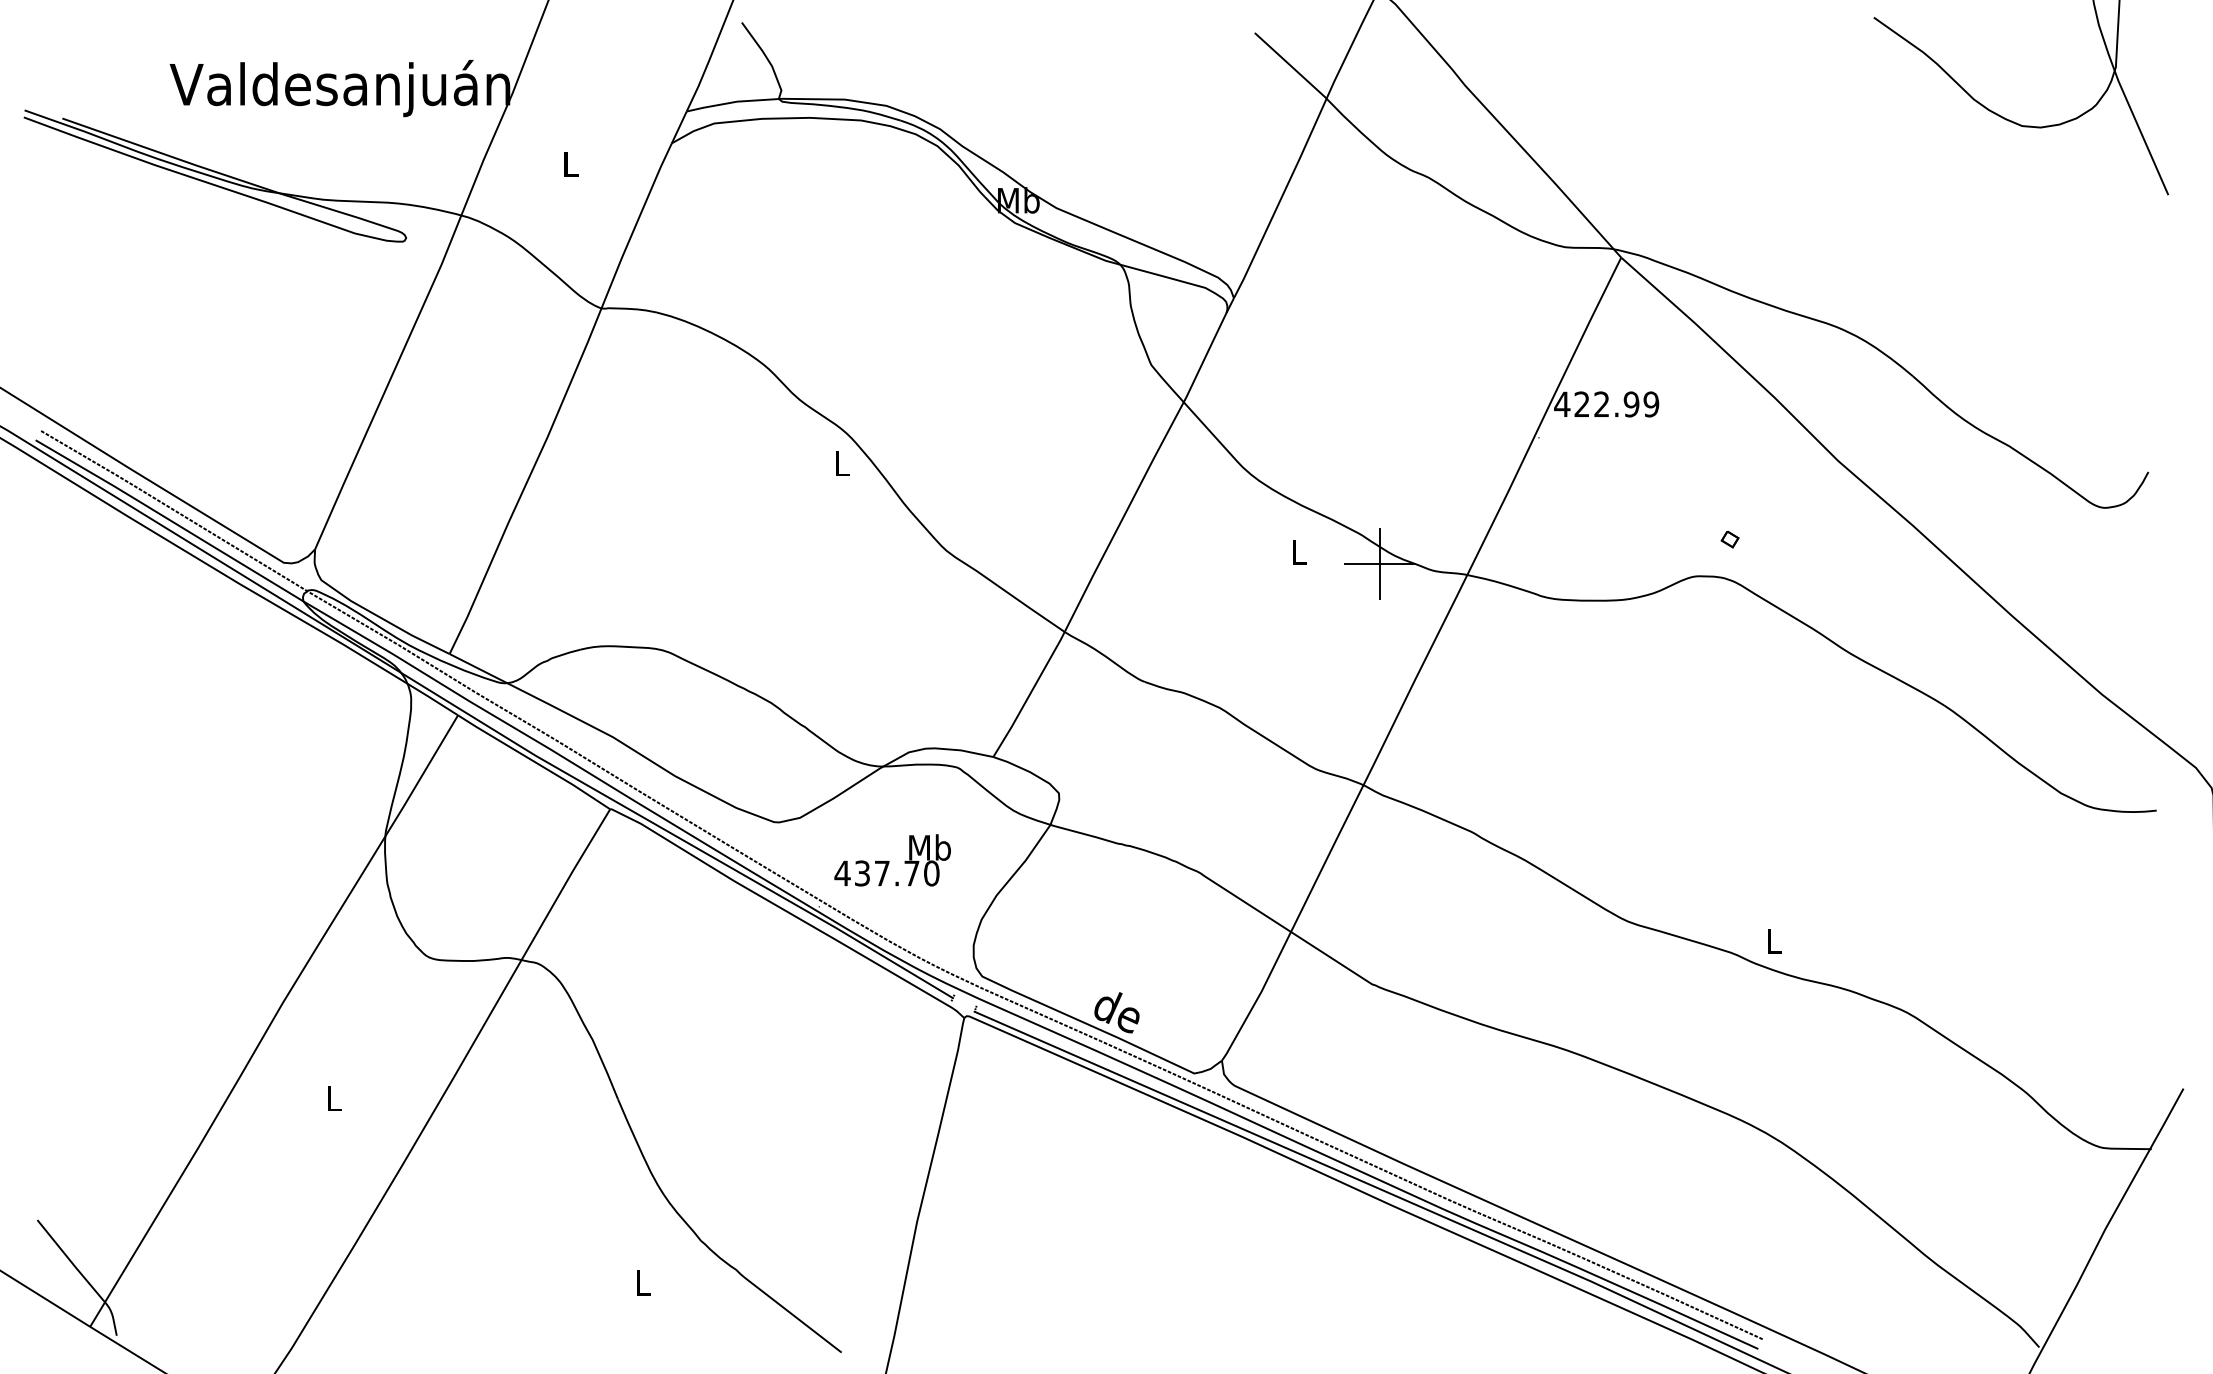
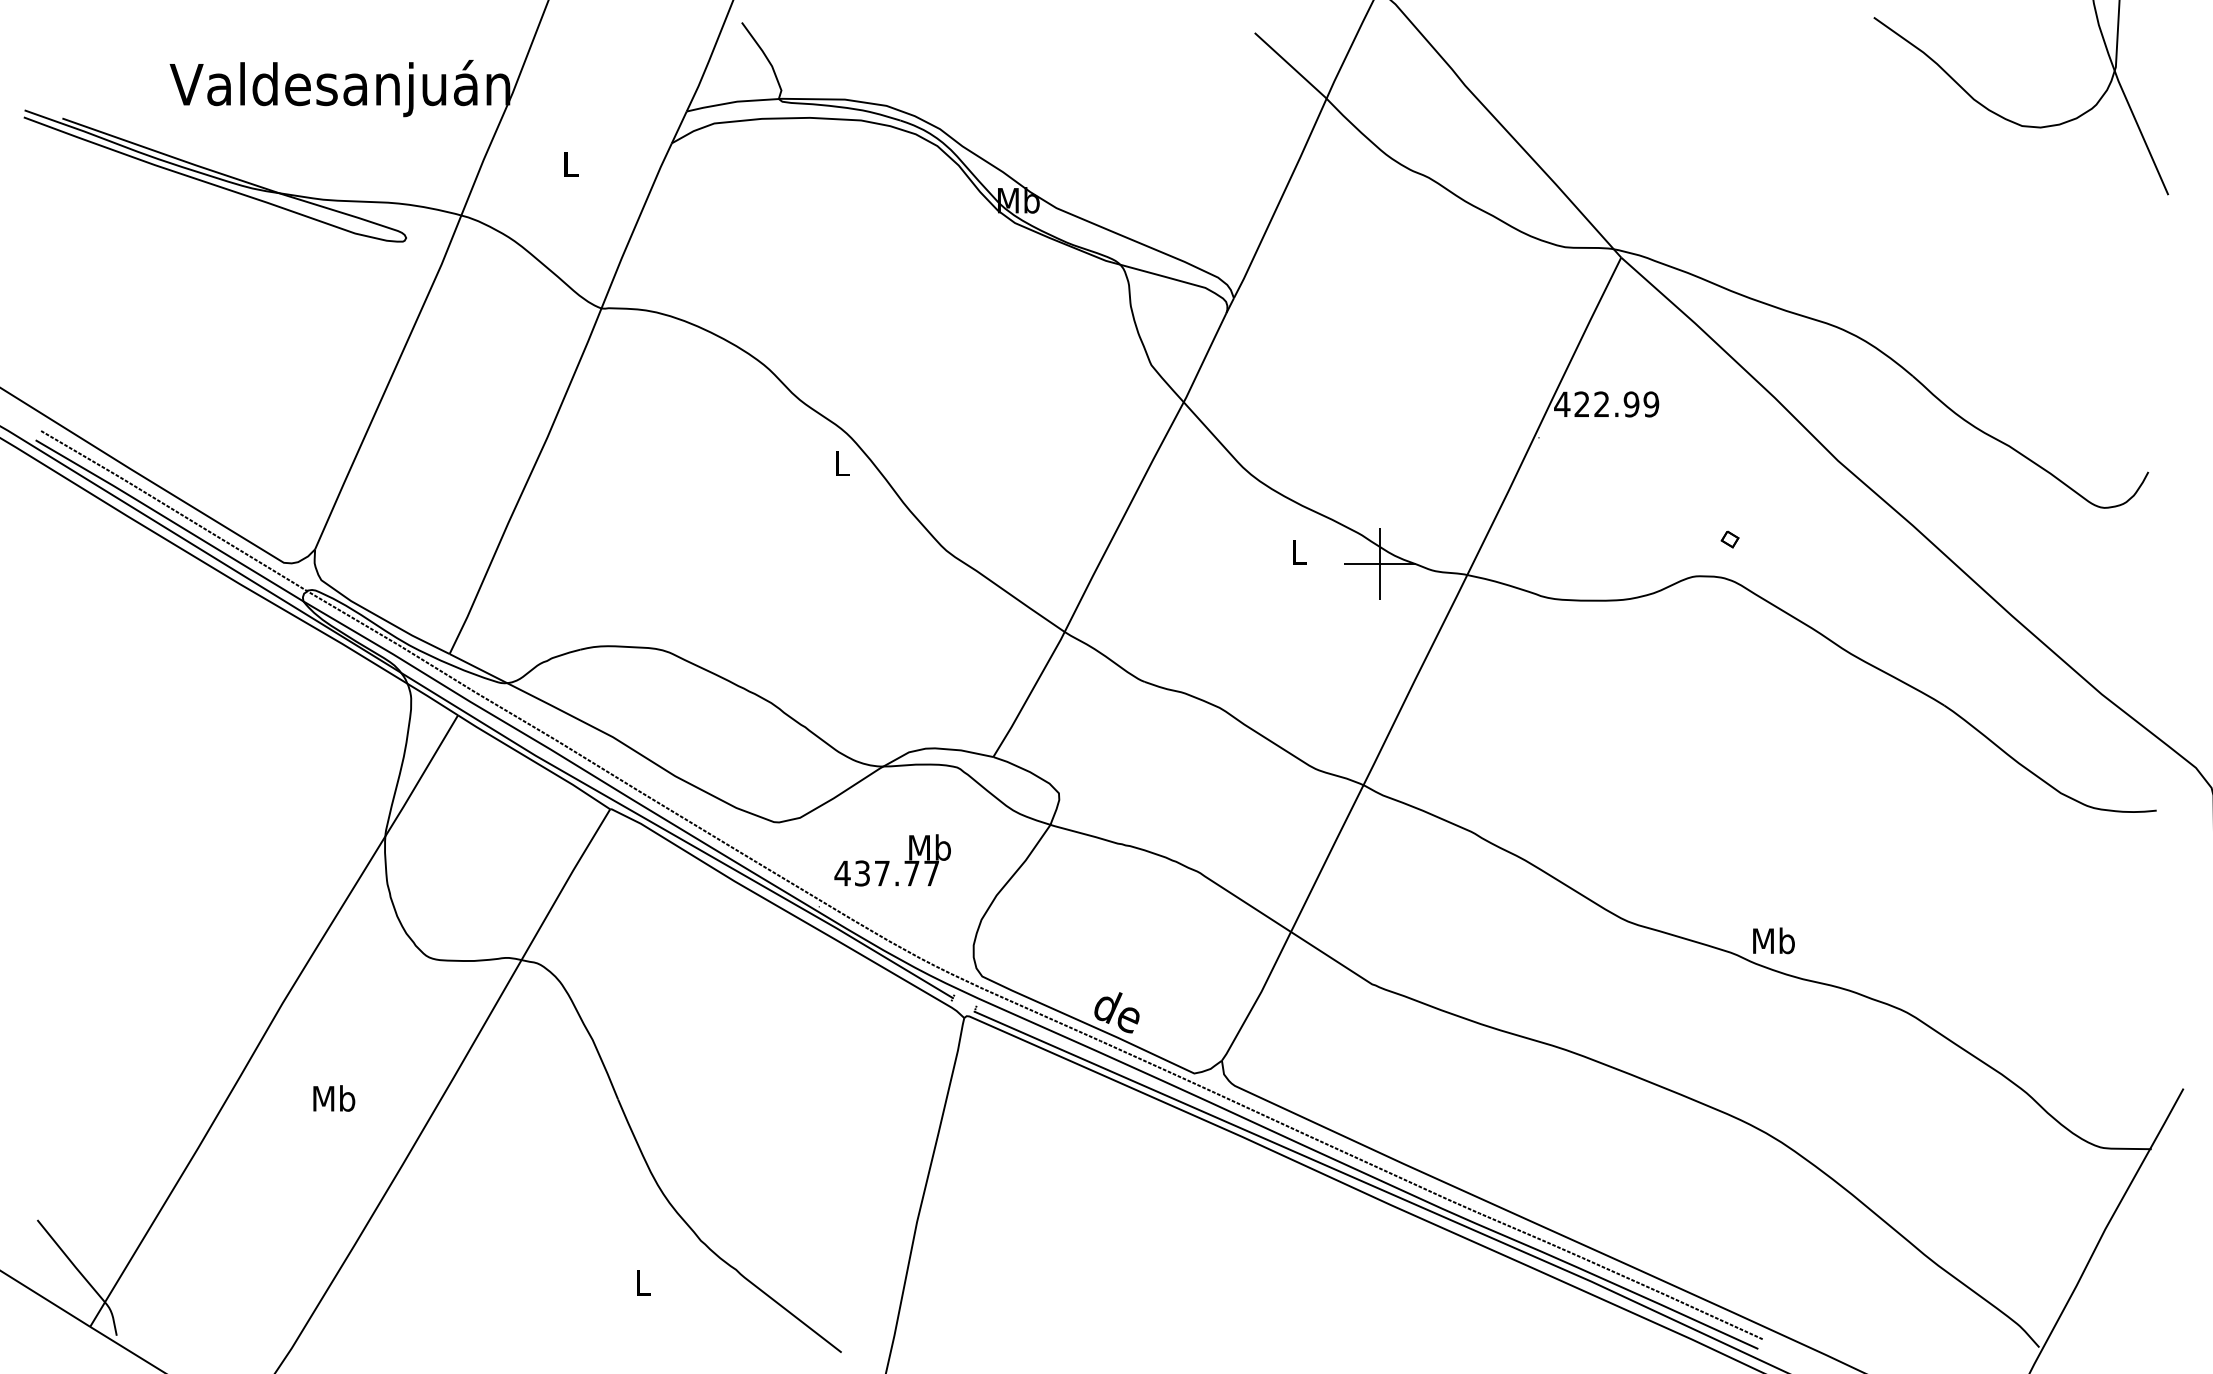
text at (931, 873): 437.70 -> 437.77
text at (1773, 940): L -> Mb
text at (334, 1098): L -> Mb
